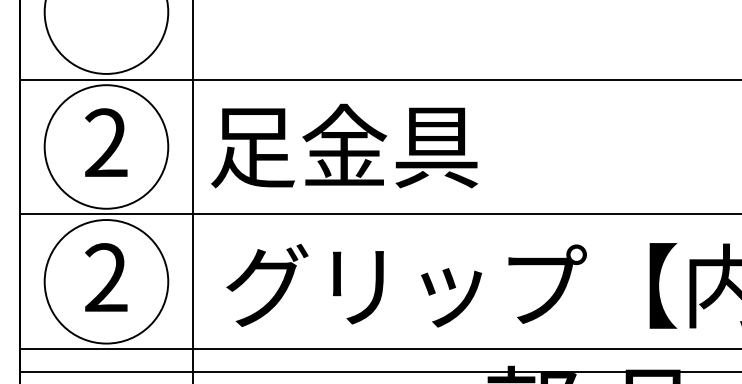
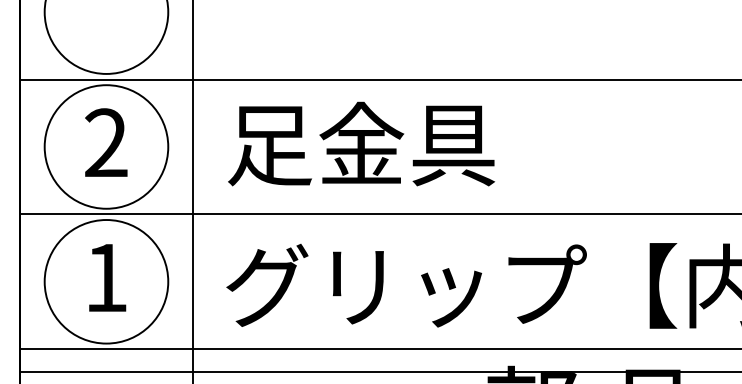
text at (344, 145) position: (344, 145) -> (361, 143)
text at (106, 277): 2 -> 1
